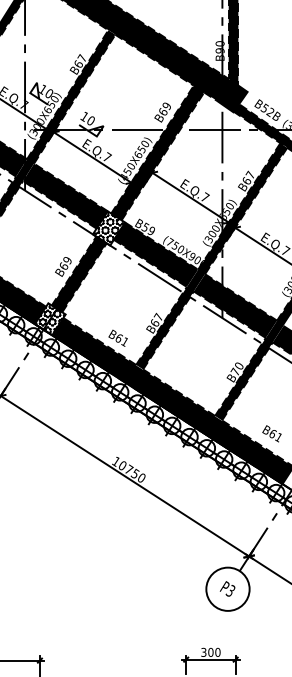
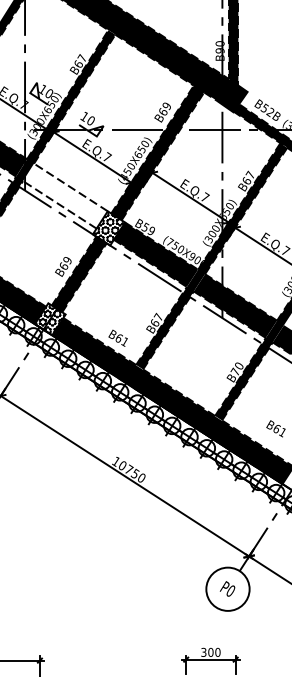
fill at (65, 195): present -> none
text at (271, 433) position: (271, 433) -> (275, 428)
text at (229, 590): P3 -> P0
